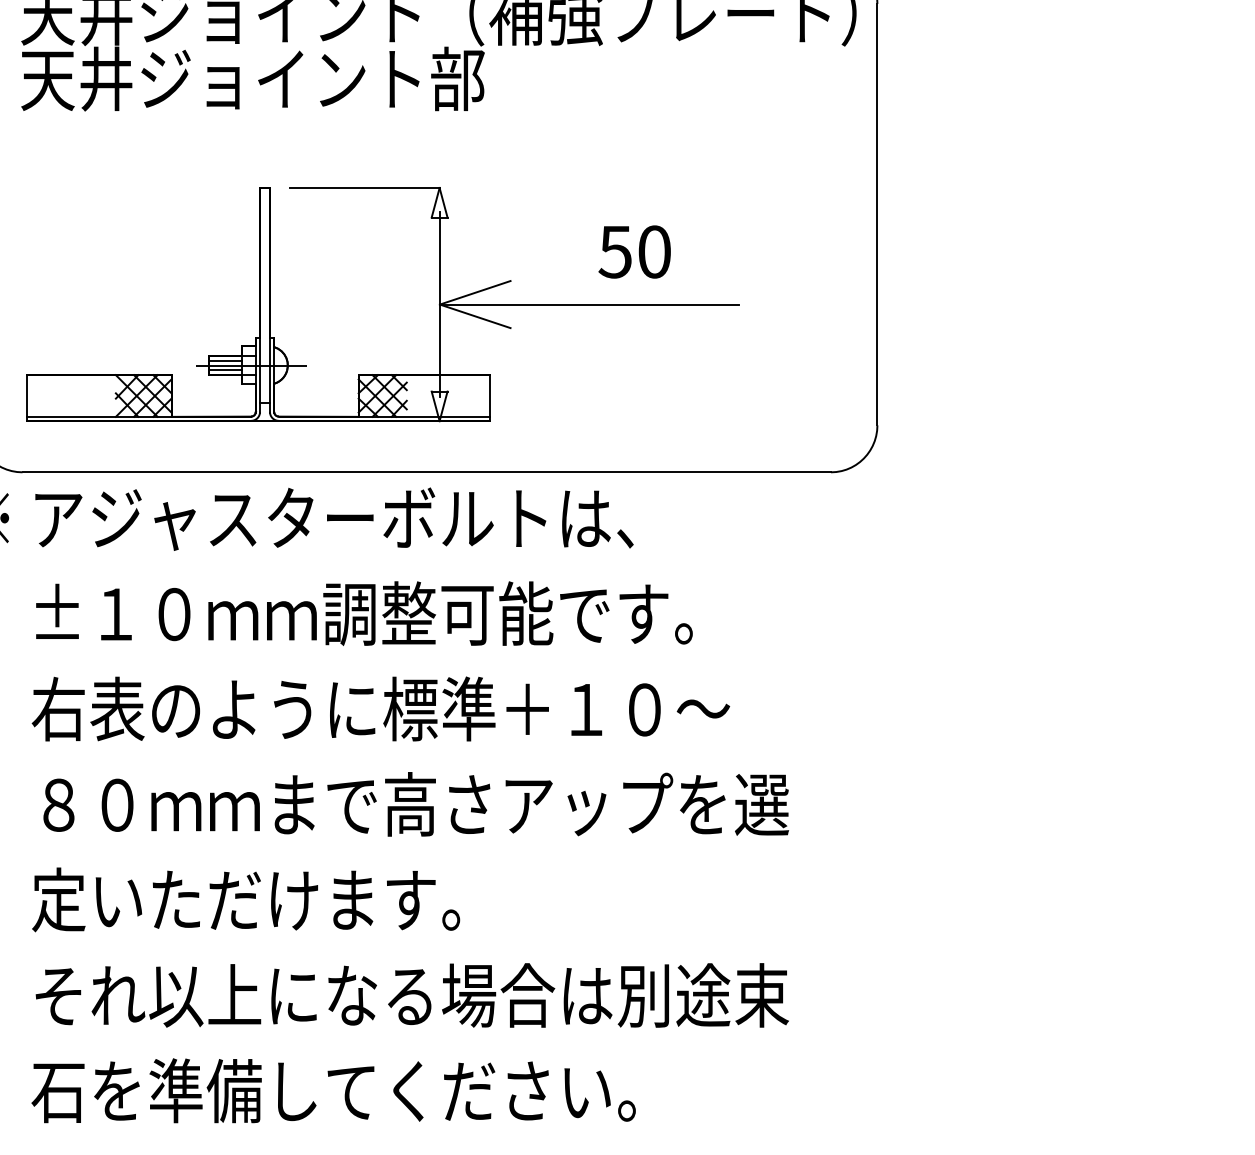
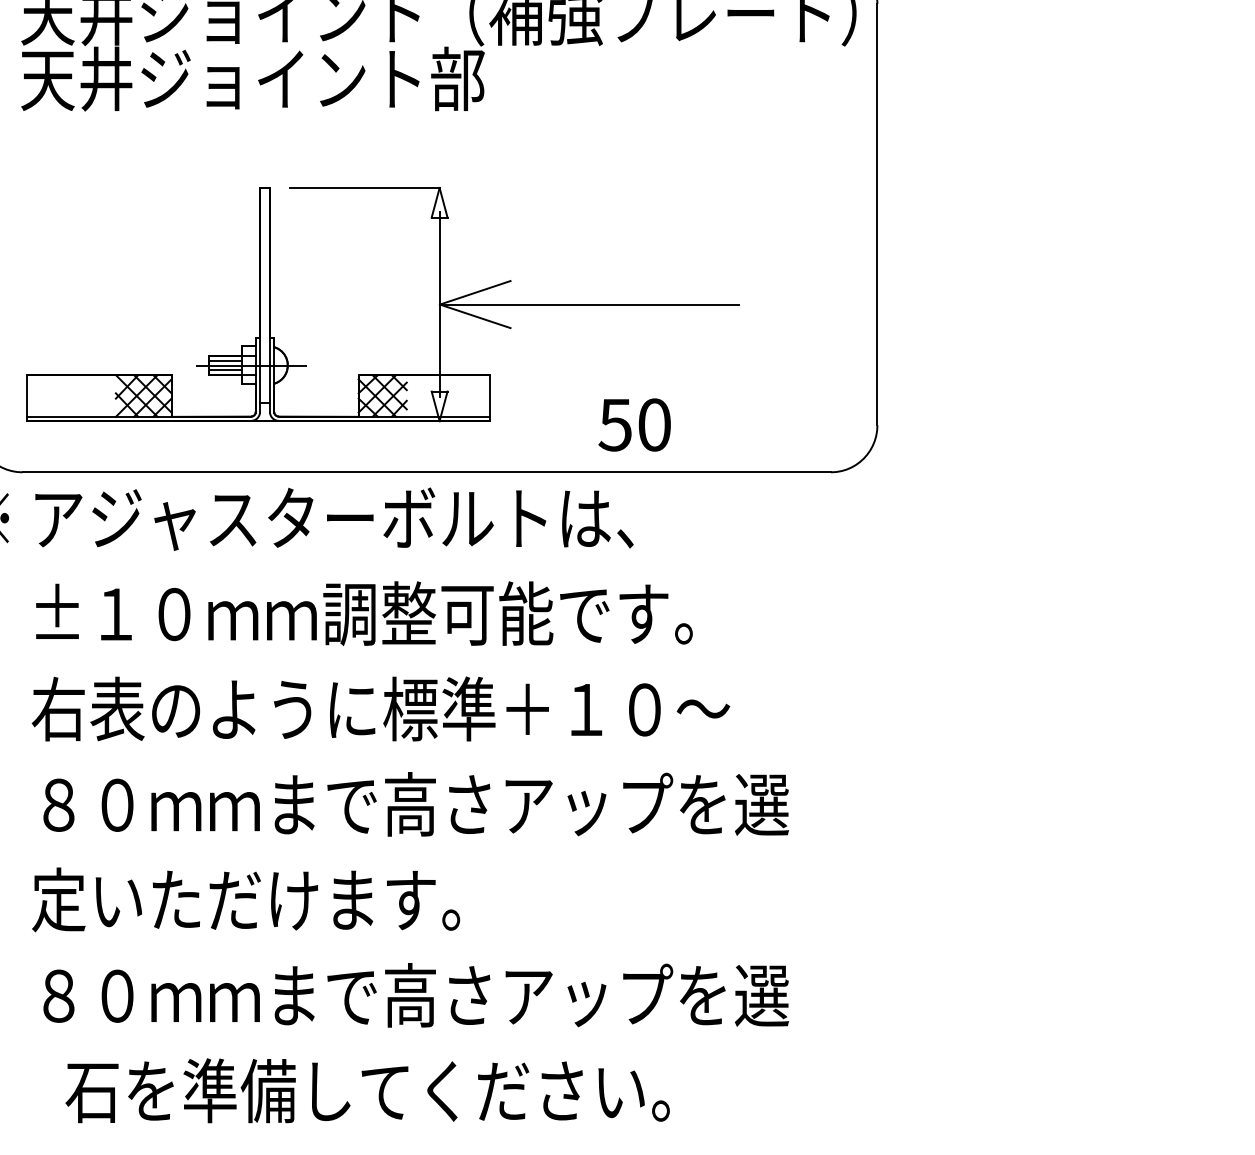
text at (634, 251) position: (634, 251) -> (634, 424)
text at (411, 995): それ以上になる場合は別途束 -> ８０ｍｍまで高さアップを選
text at (333, 1090) position: (333, 1090) -> (367, 1090)
